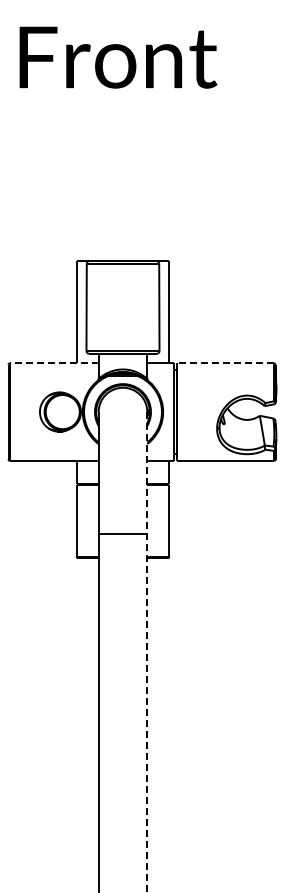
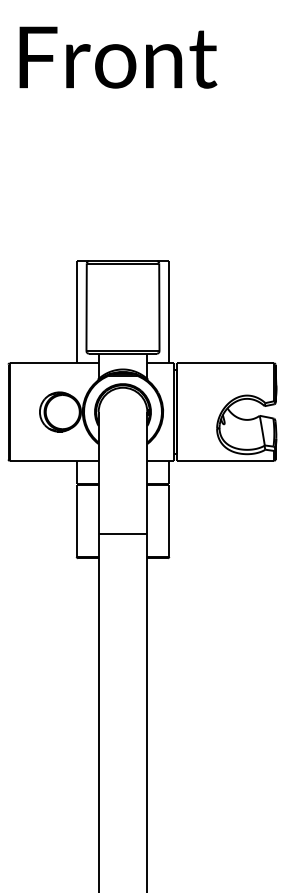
line at (53, 363): dashed -> solid
line at (225, 363): dashed -> solid
line at (147, 652): dashed -> solid
